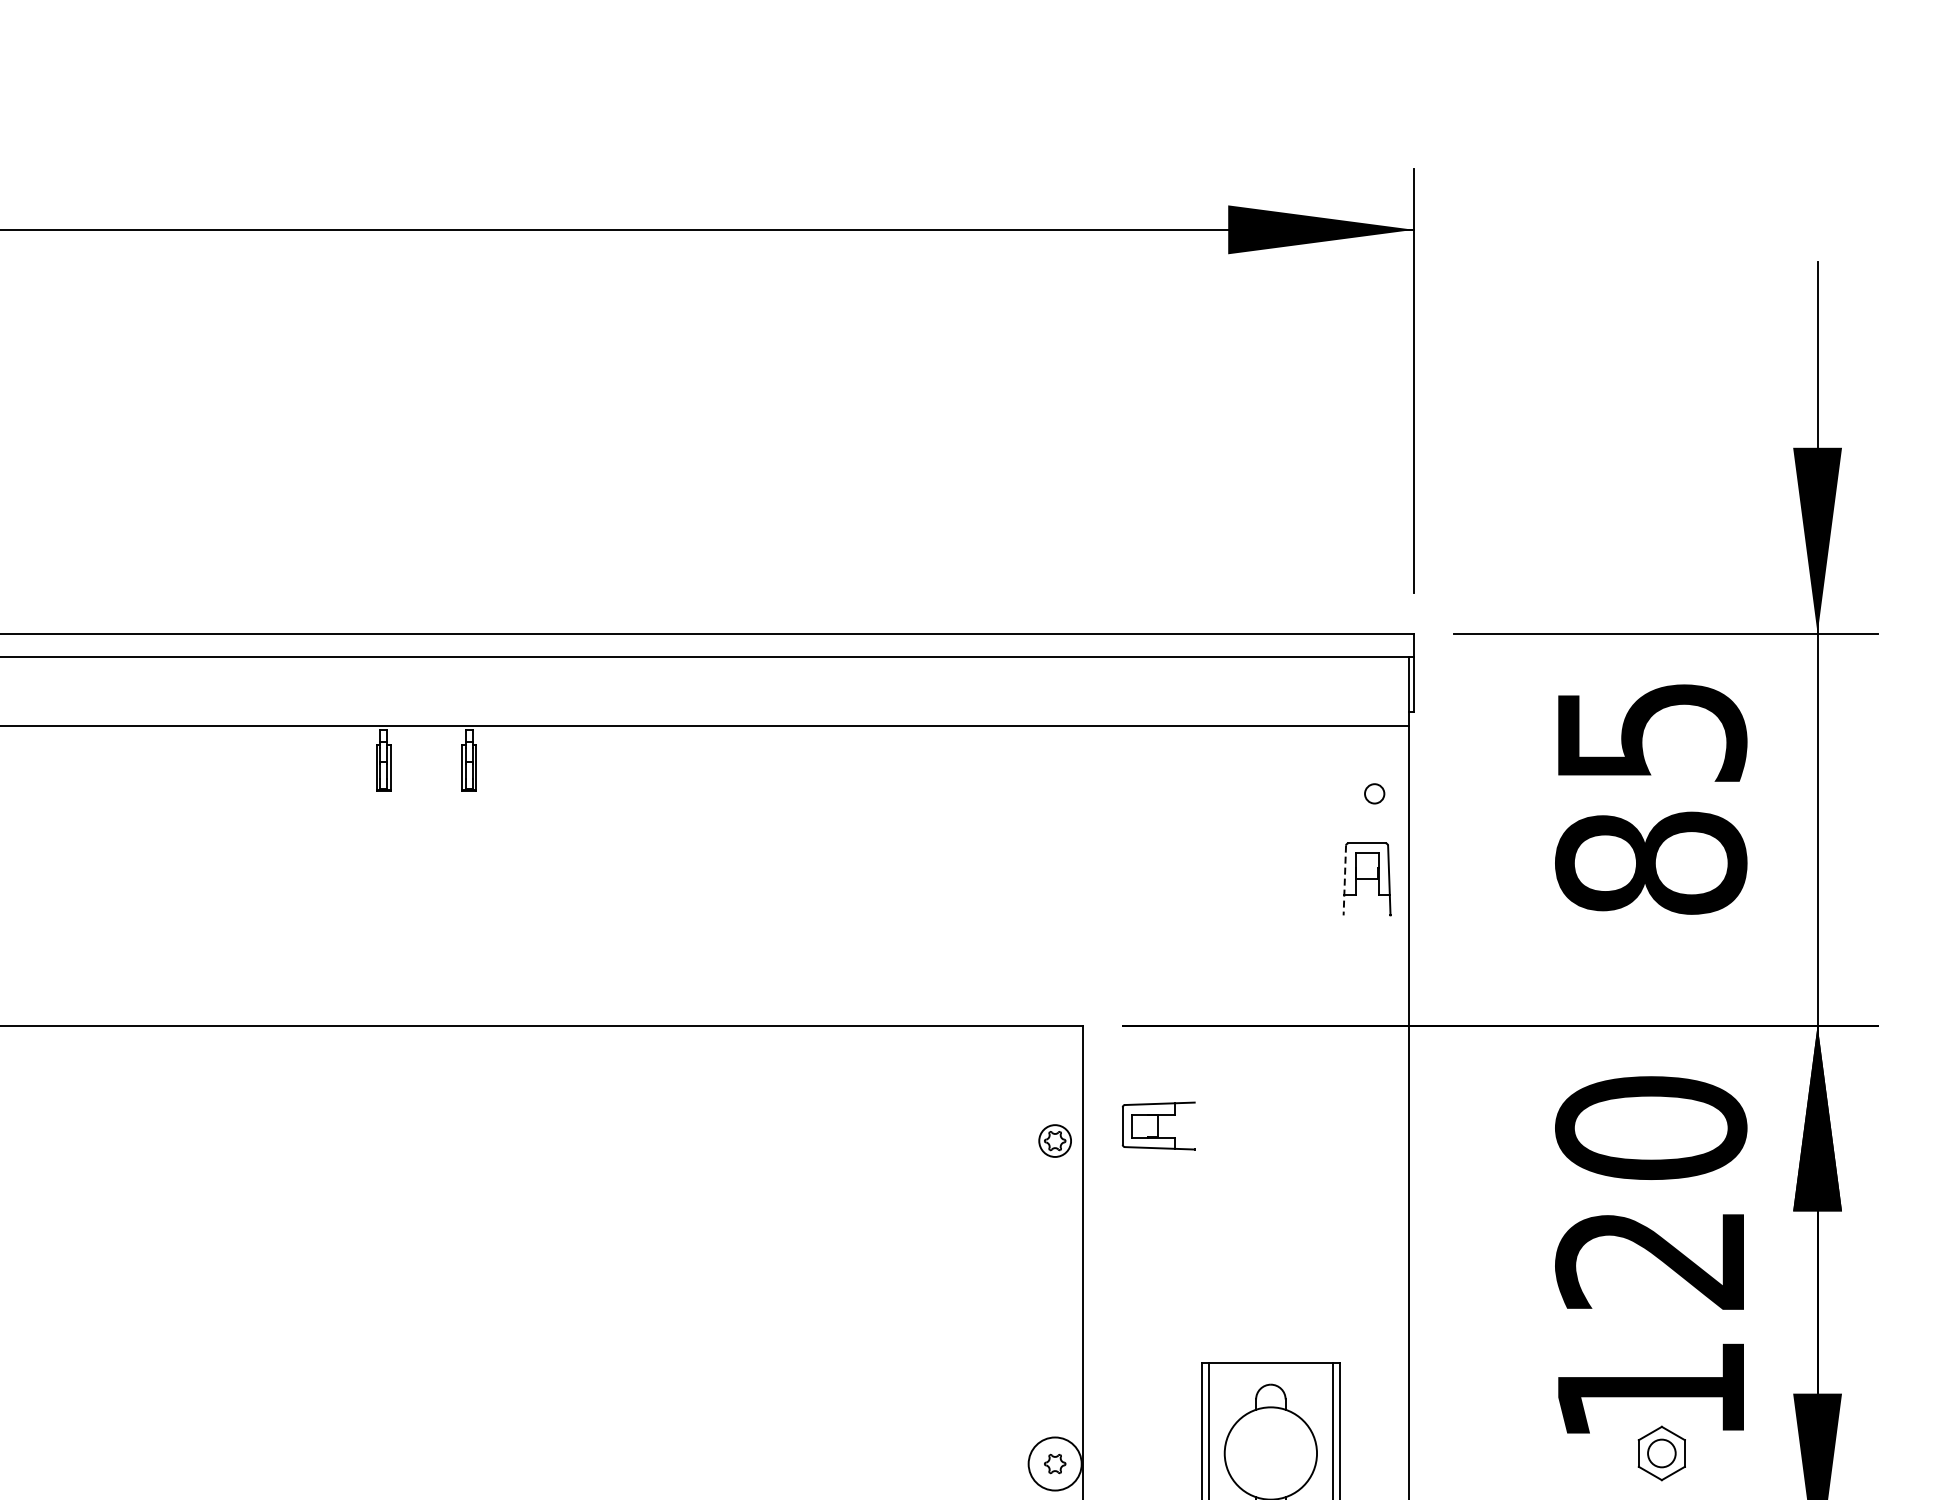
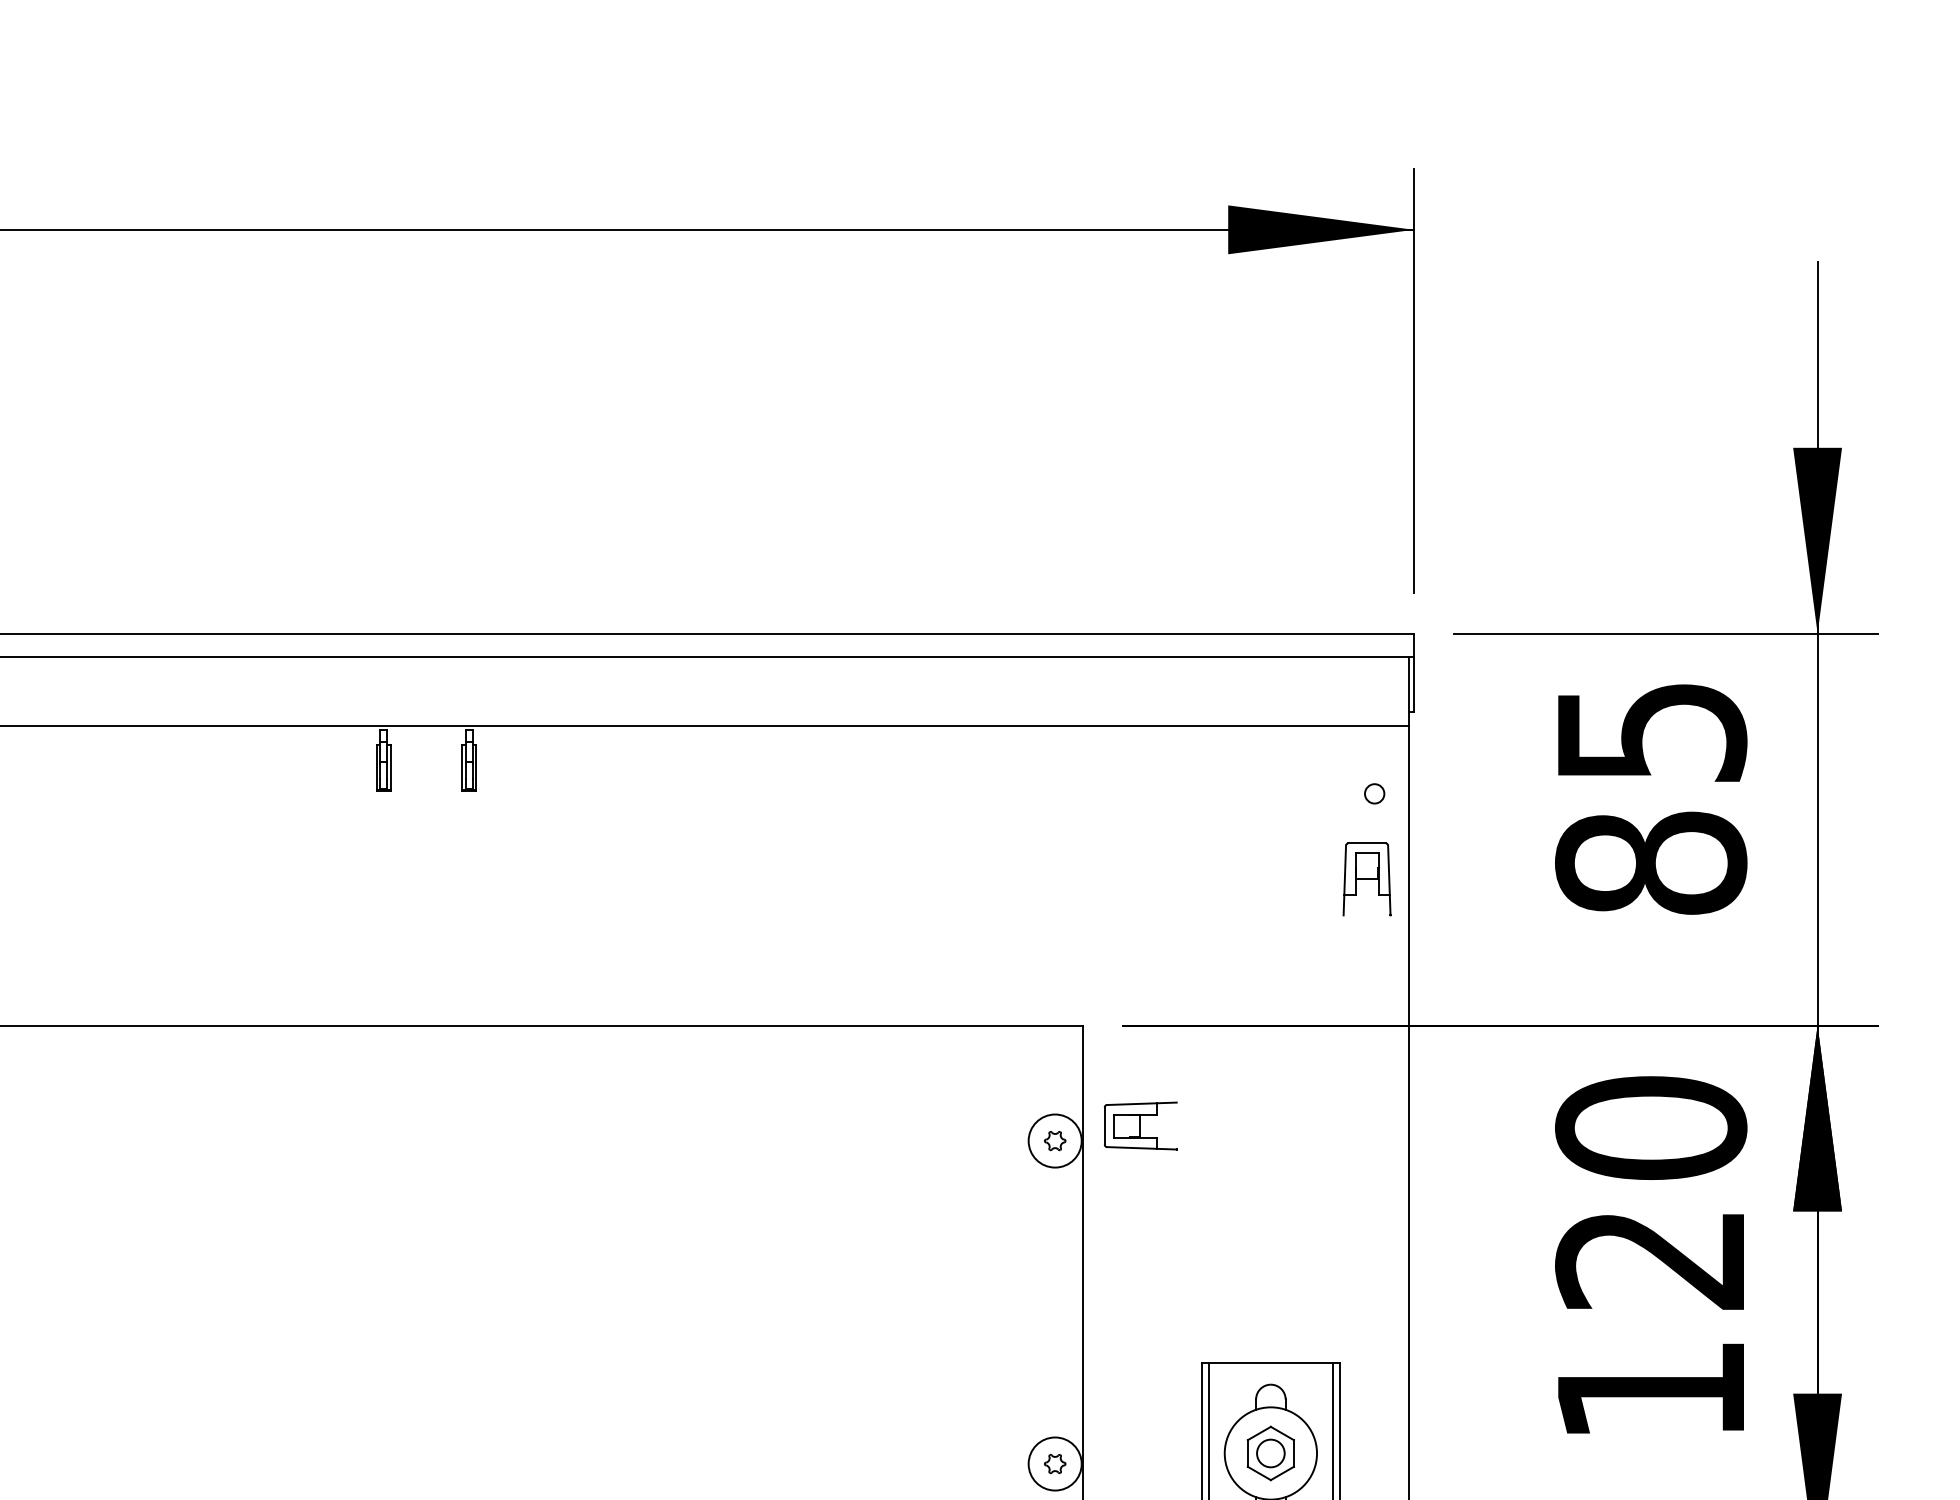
line at (1344, 880): dashed -> solid
part at (1158, 1125) position: (1158, 1125) -> (1140, 1125)
circle at (1055, 1140) diameter: 32 px -> 53 px
part at (1661, 1453) position: (1661, 1453) -> (1270, 1453)
